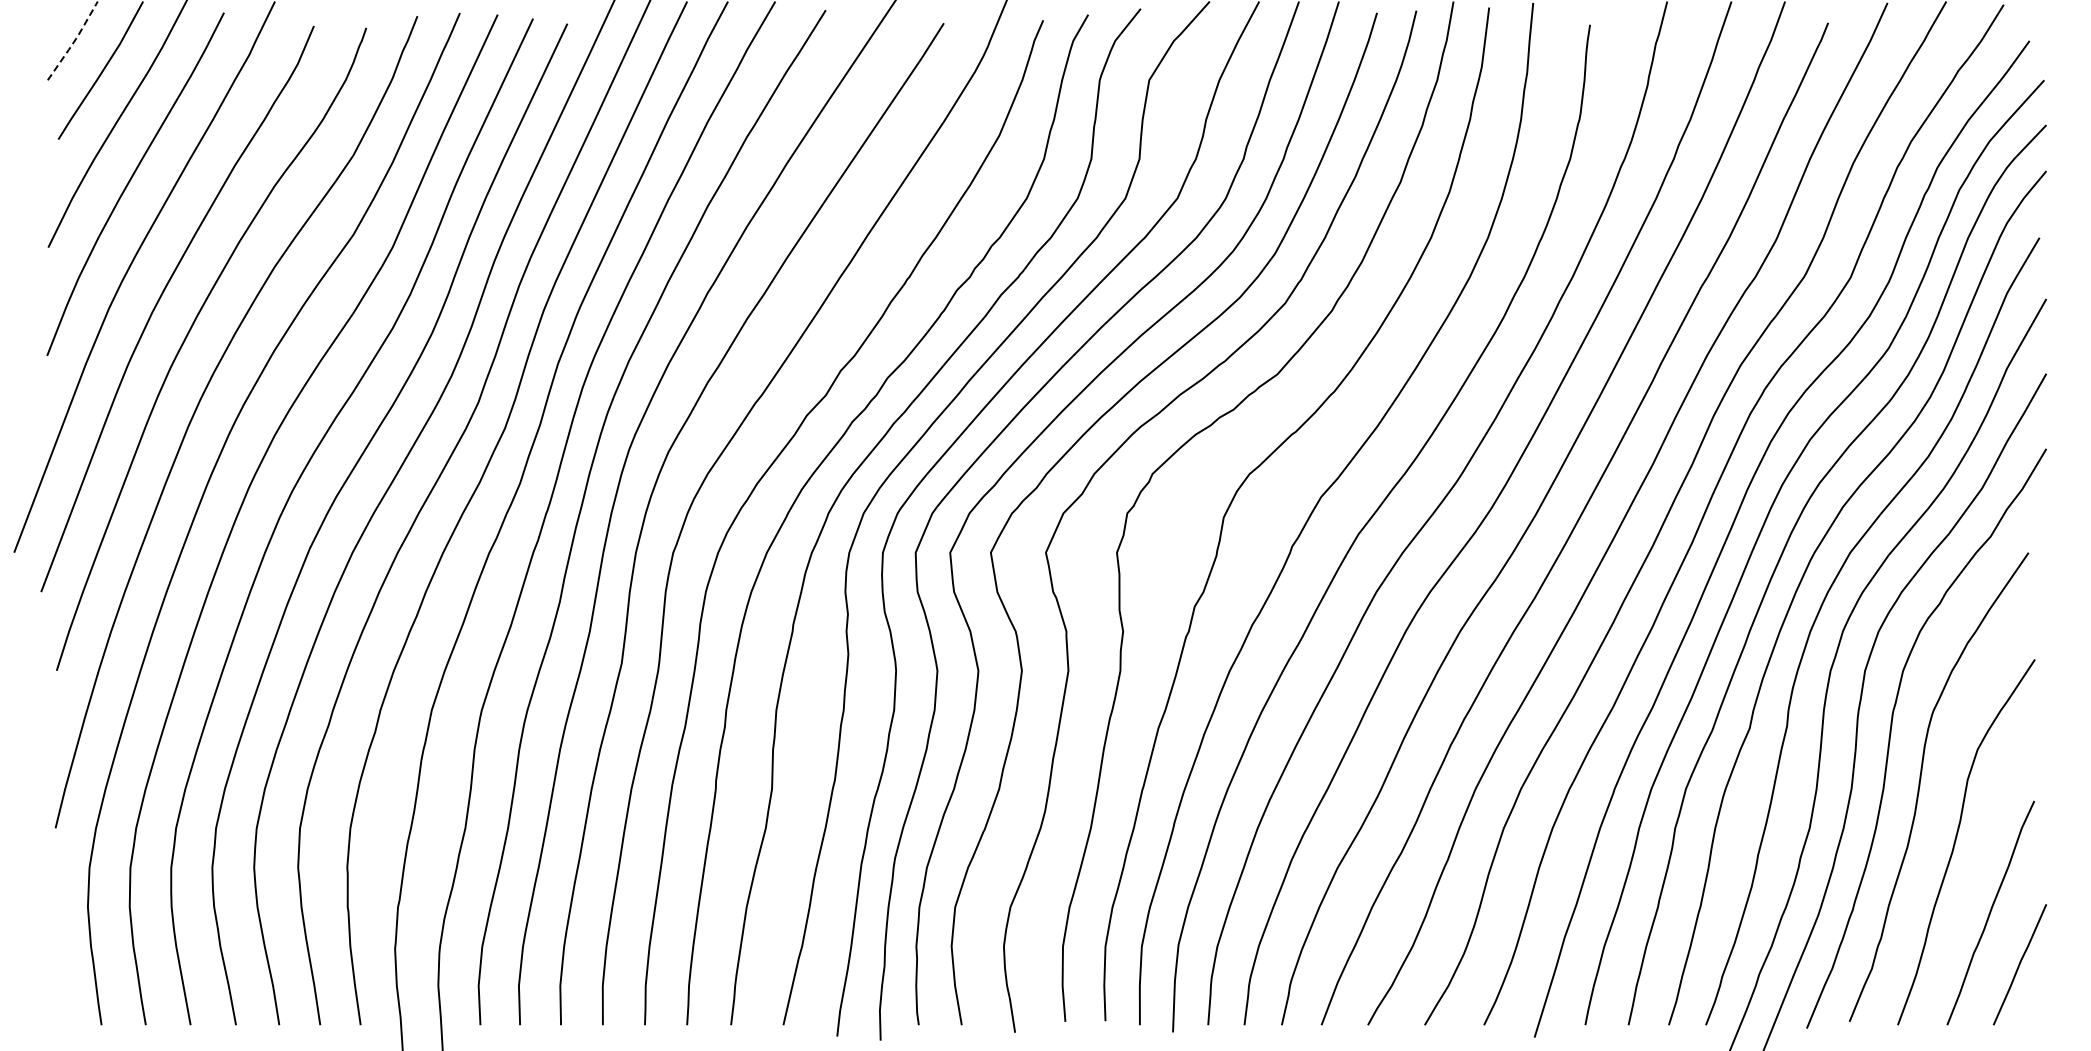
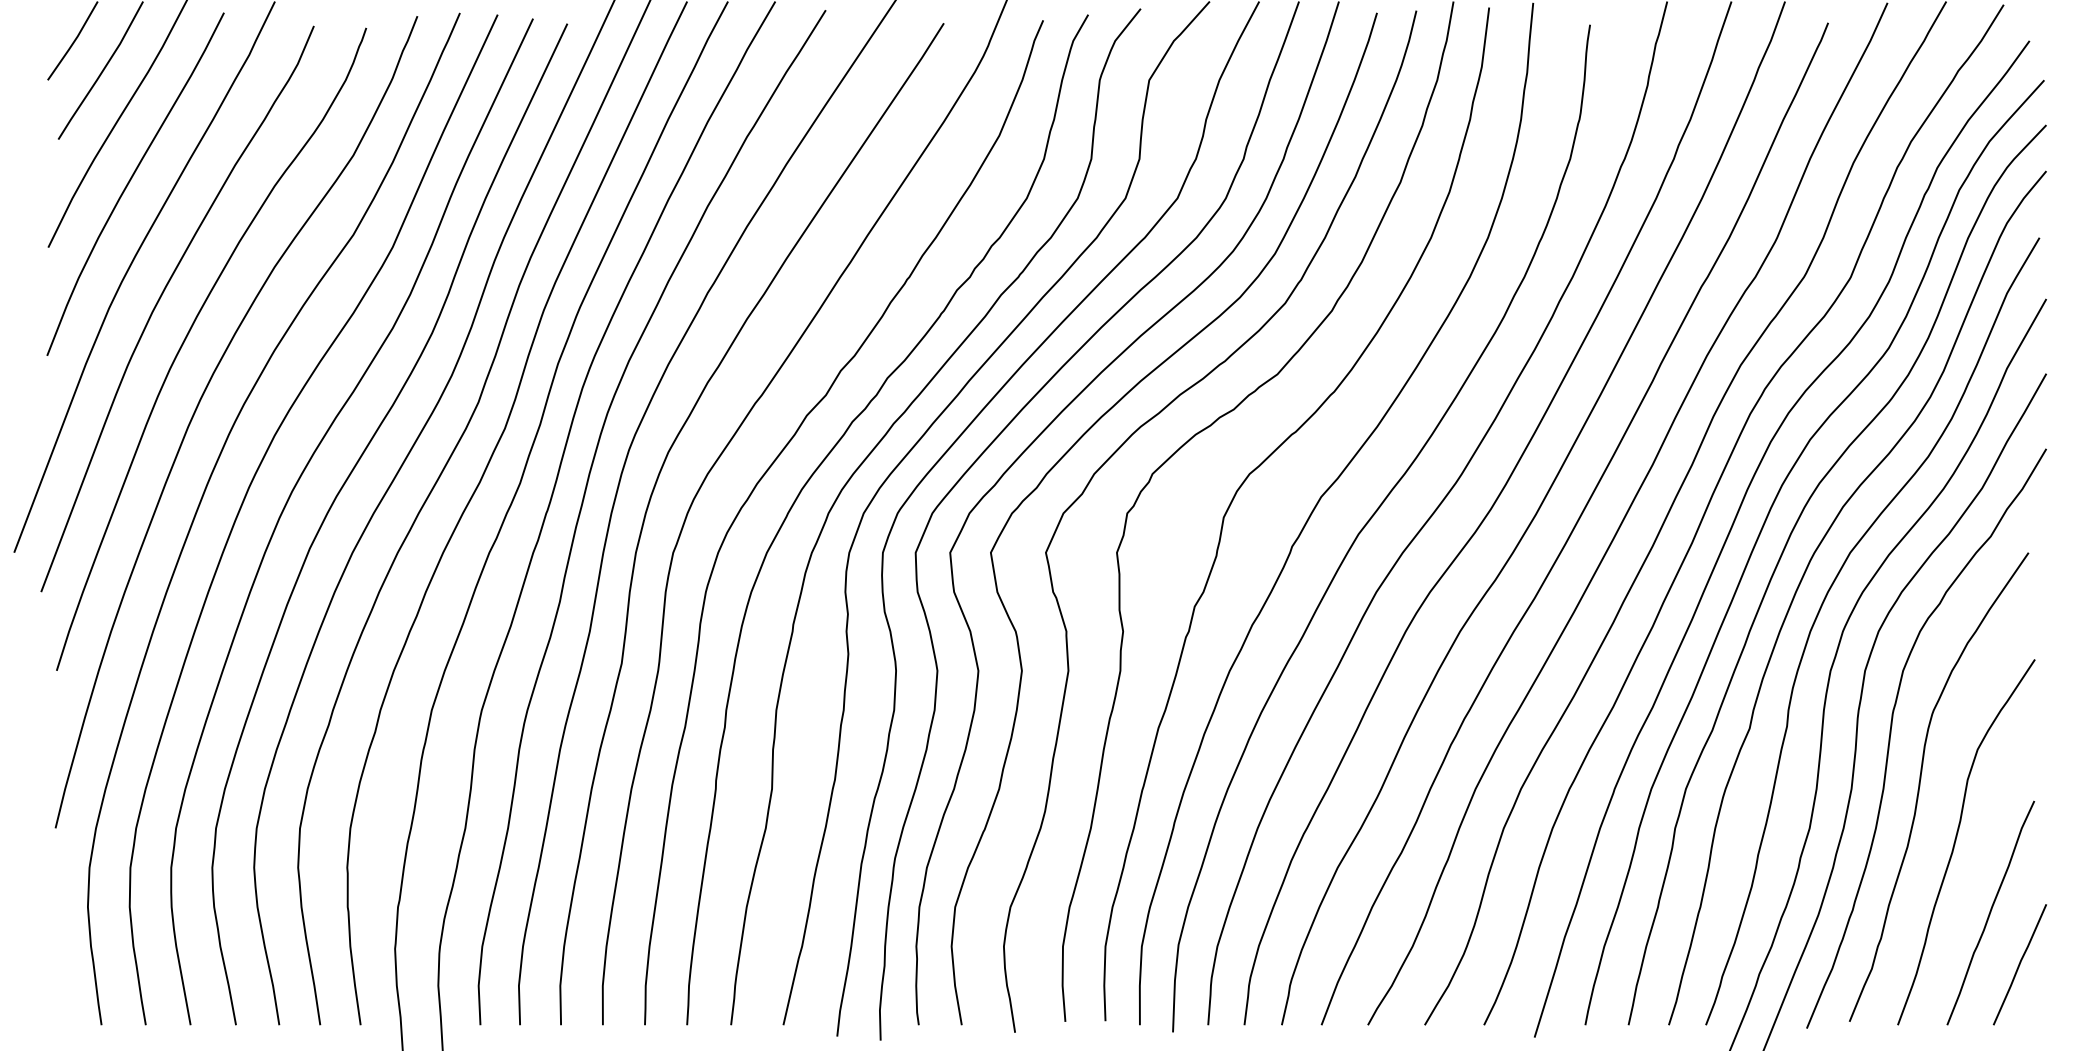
line at (74, 41): dashed -> solid
